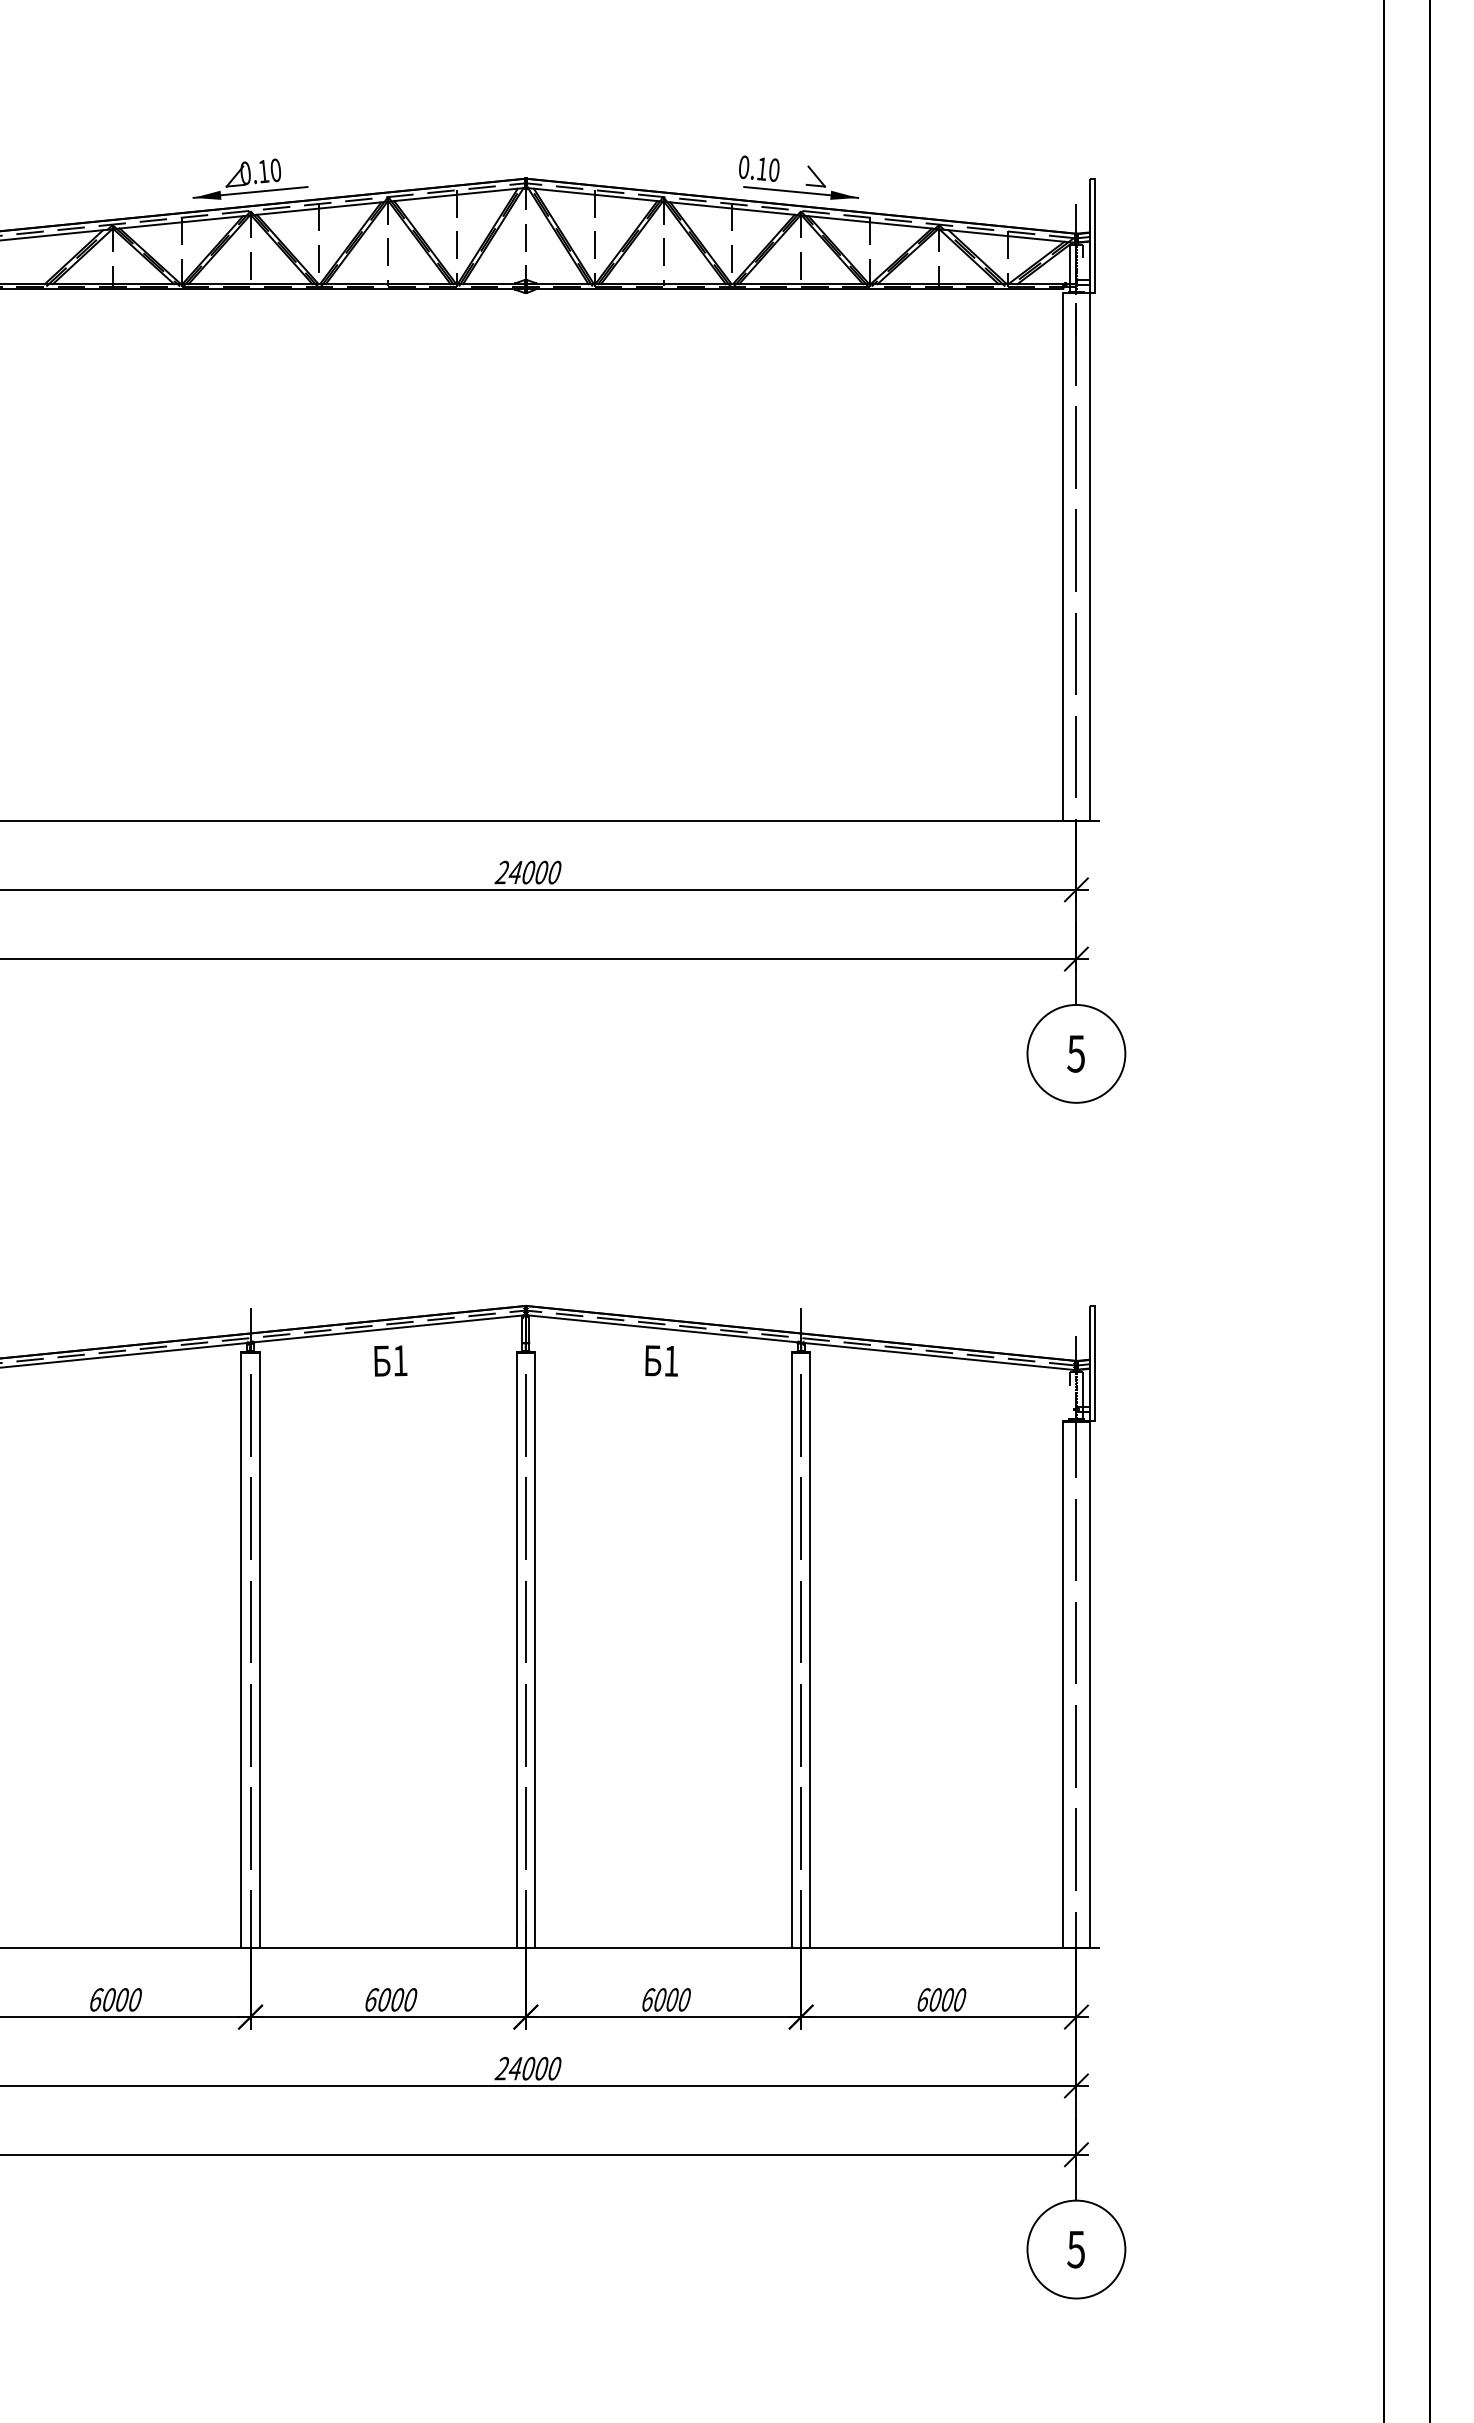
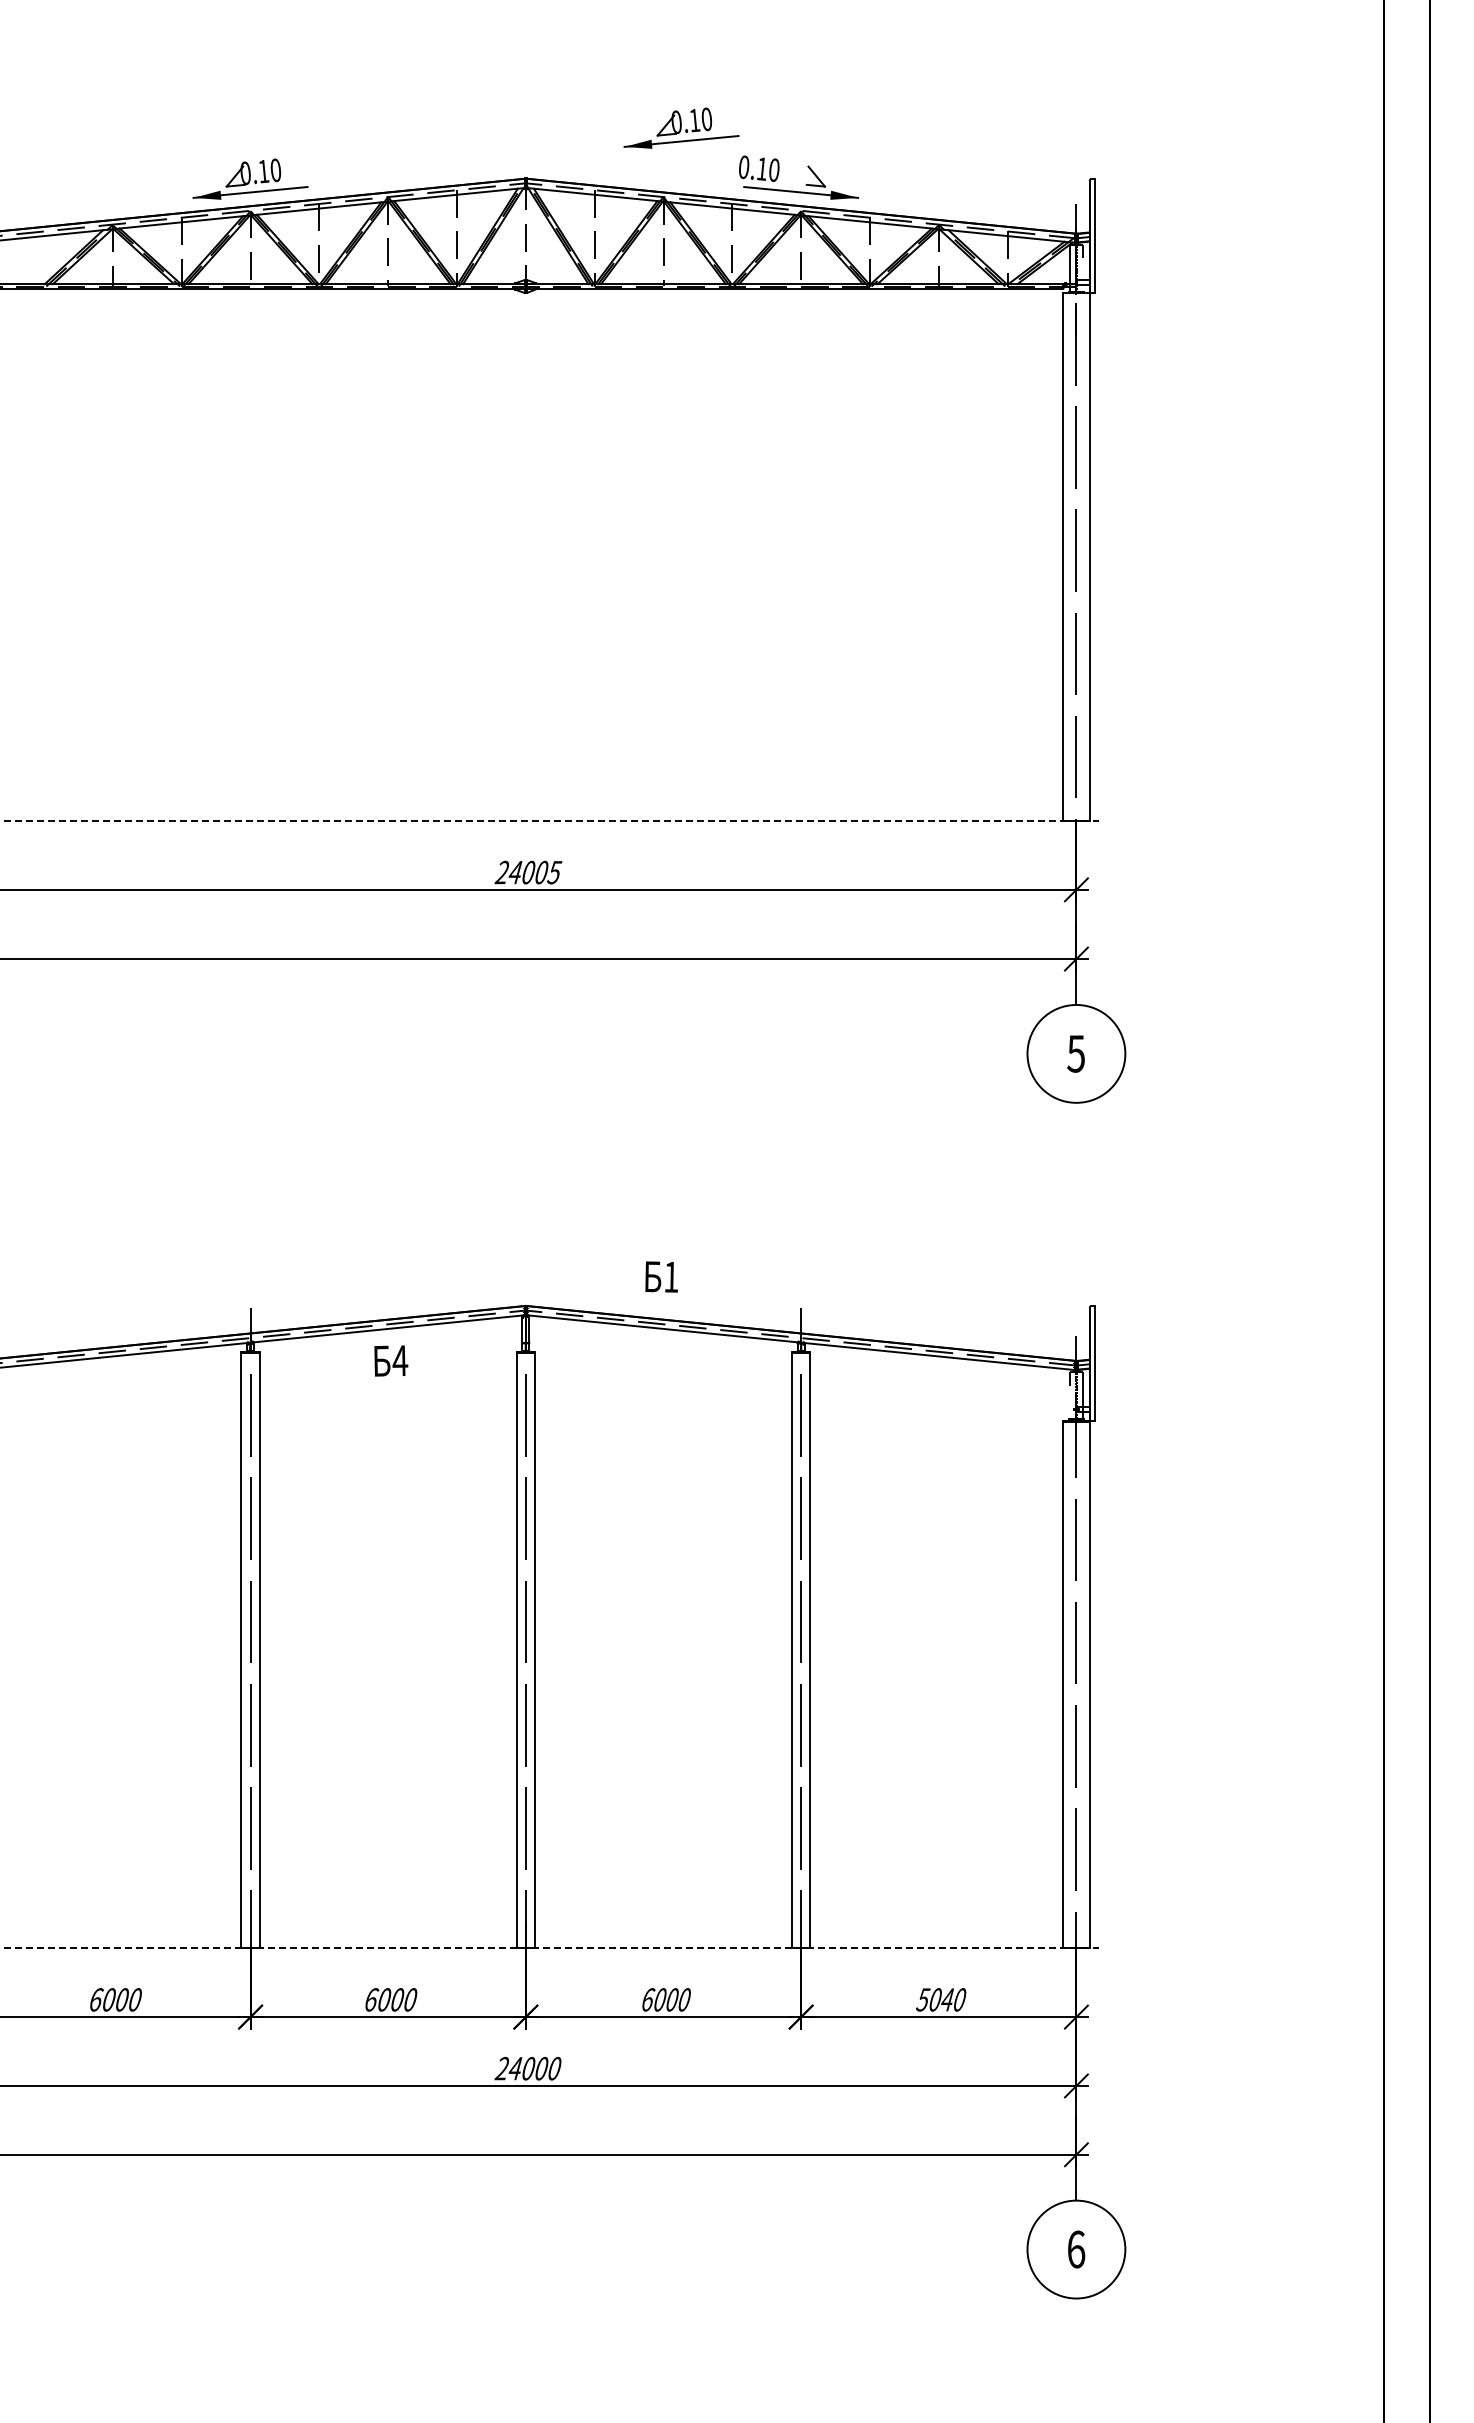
part at (681, 127): none -> present
line at (550, 821): solid -> dashed
text at (554, 872): 24000 -> 24005
text at (400, 1360): 1 -> 4
text at (661, 1360) position: (661, 1360) -> (661, 1276)
line at (550, 1948): solid -> dashed
text at (935, 1999): 6000 -> 5040
text at (1076, 2249): 5 -> 6
